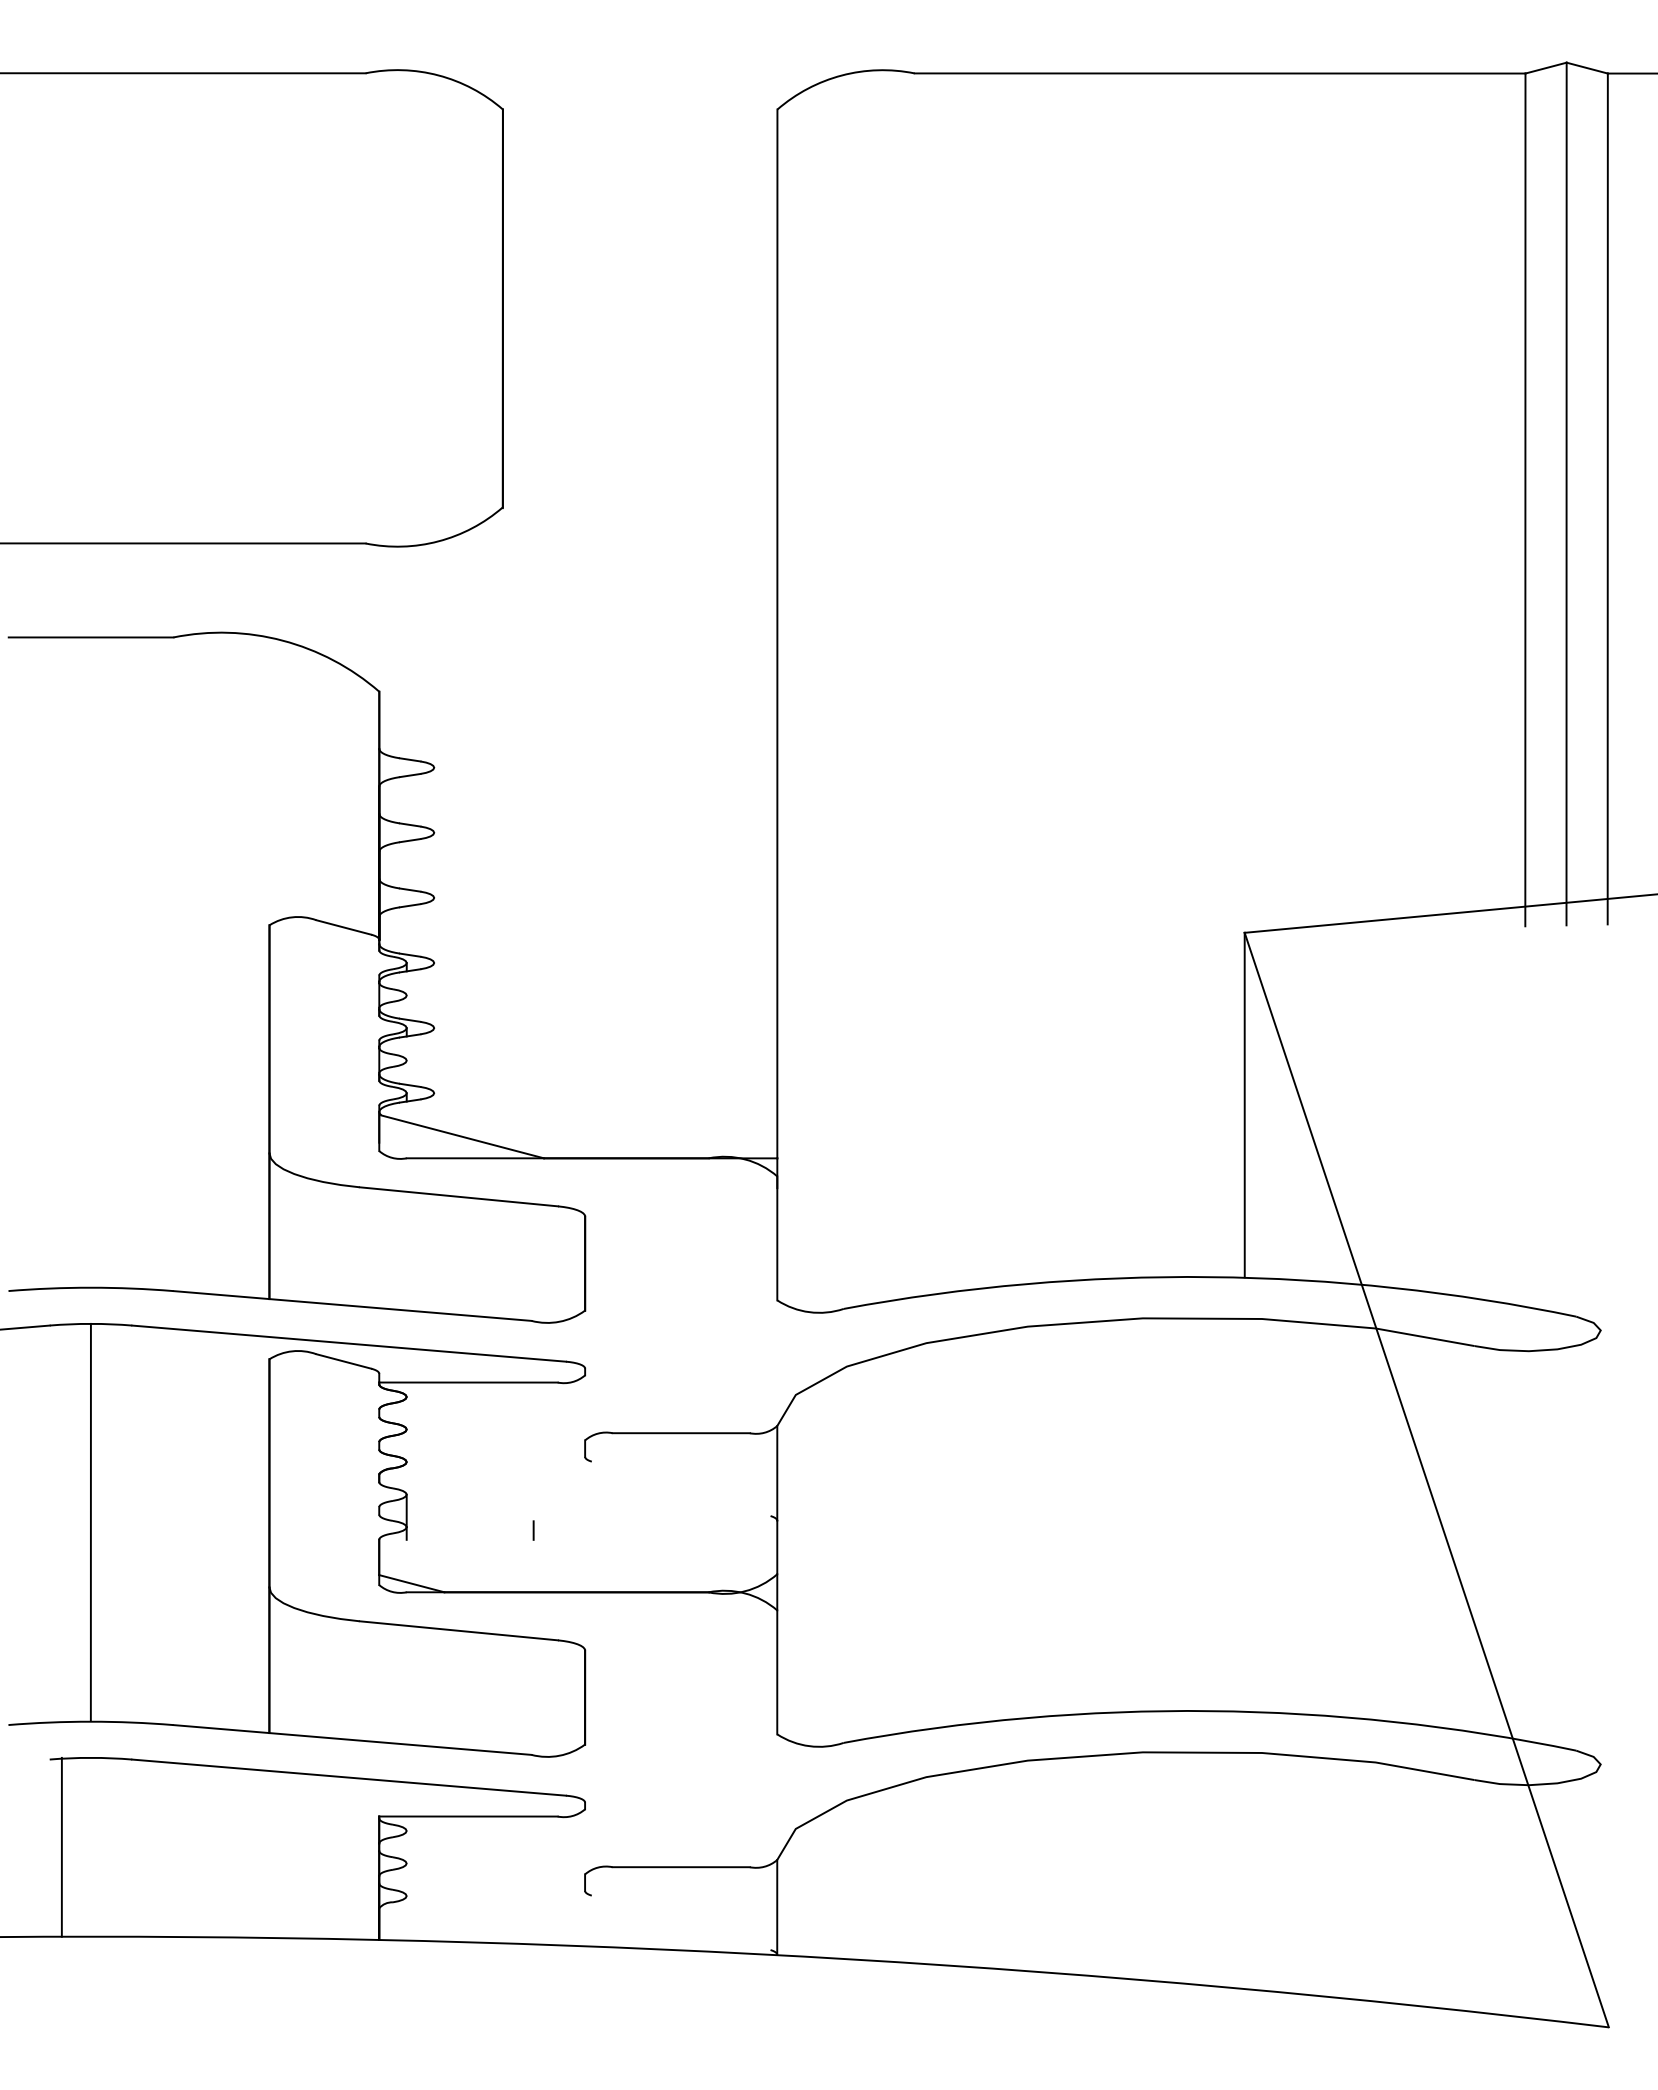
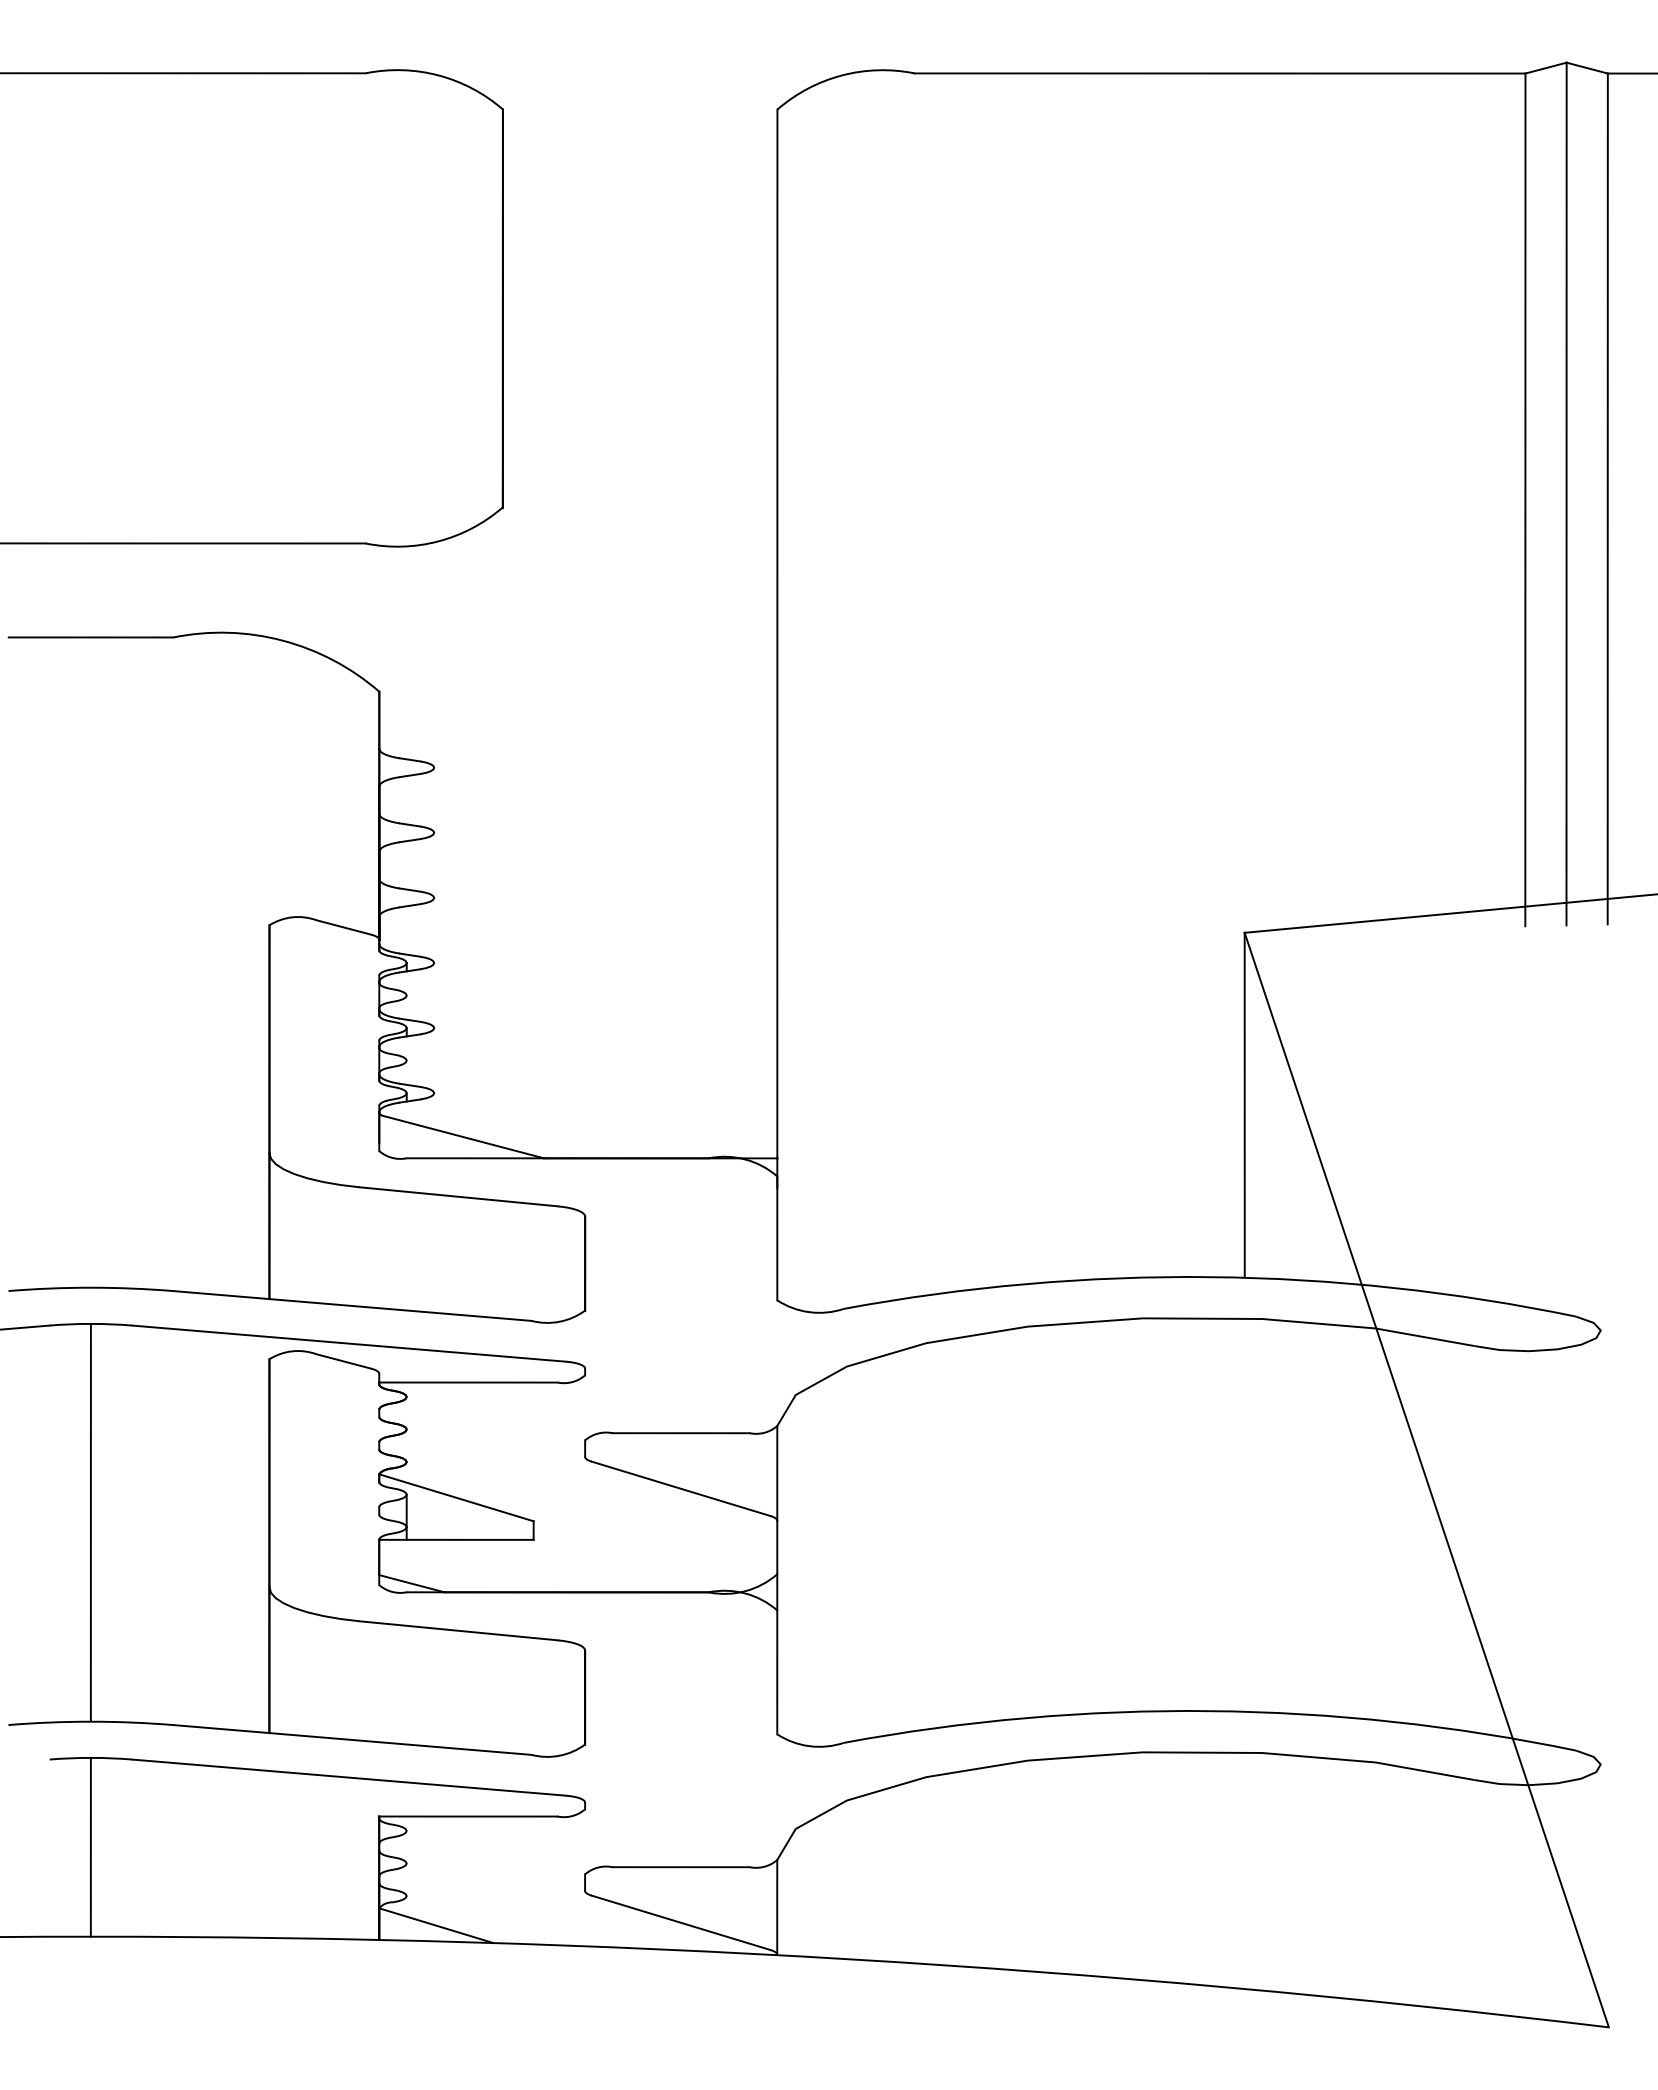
line at (680, 1488): none -> present
line at (456, 1497): none -> present
line at (456, 1539): none -> present
line at (61, 1846) position: (61, 1846) -> (90, 1846)
line at (680, 1922): none -> present
line at (436, 1925): none -> present
